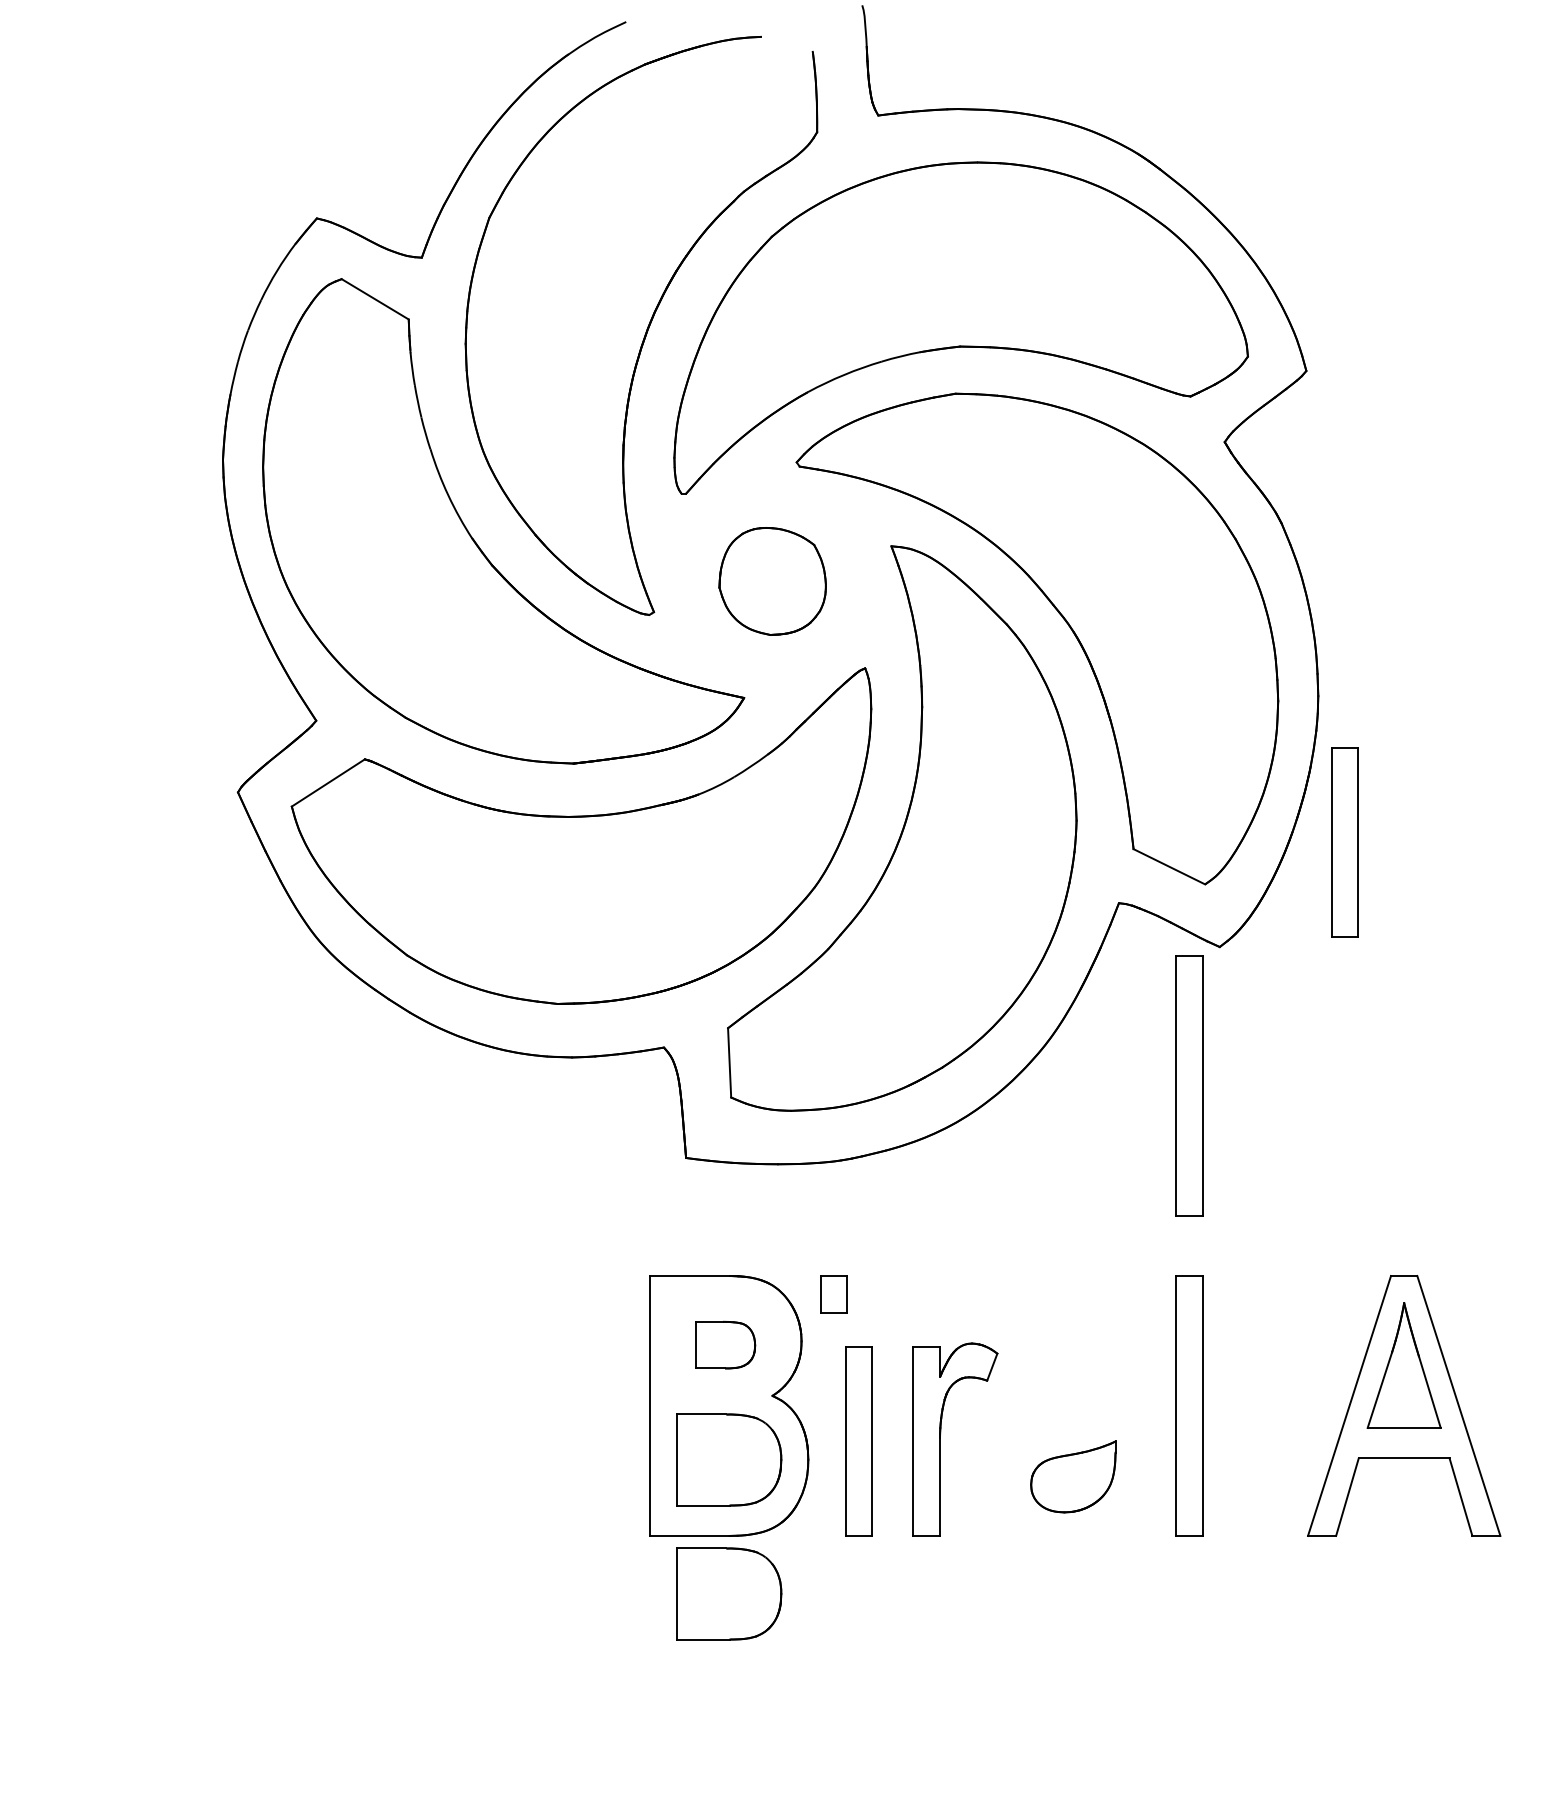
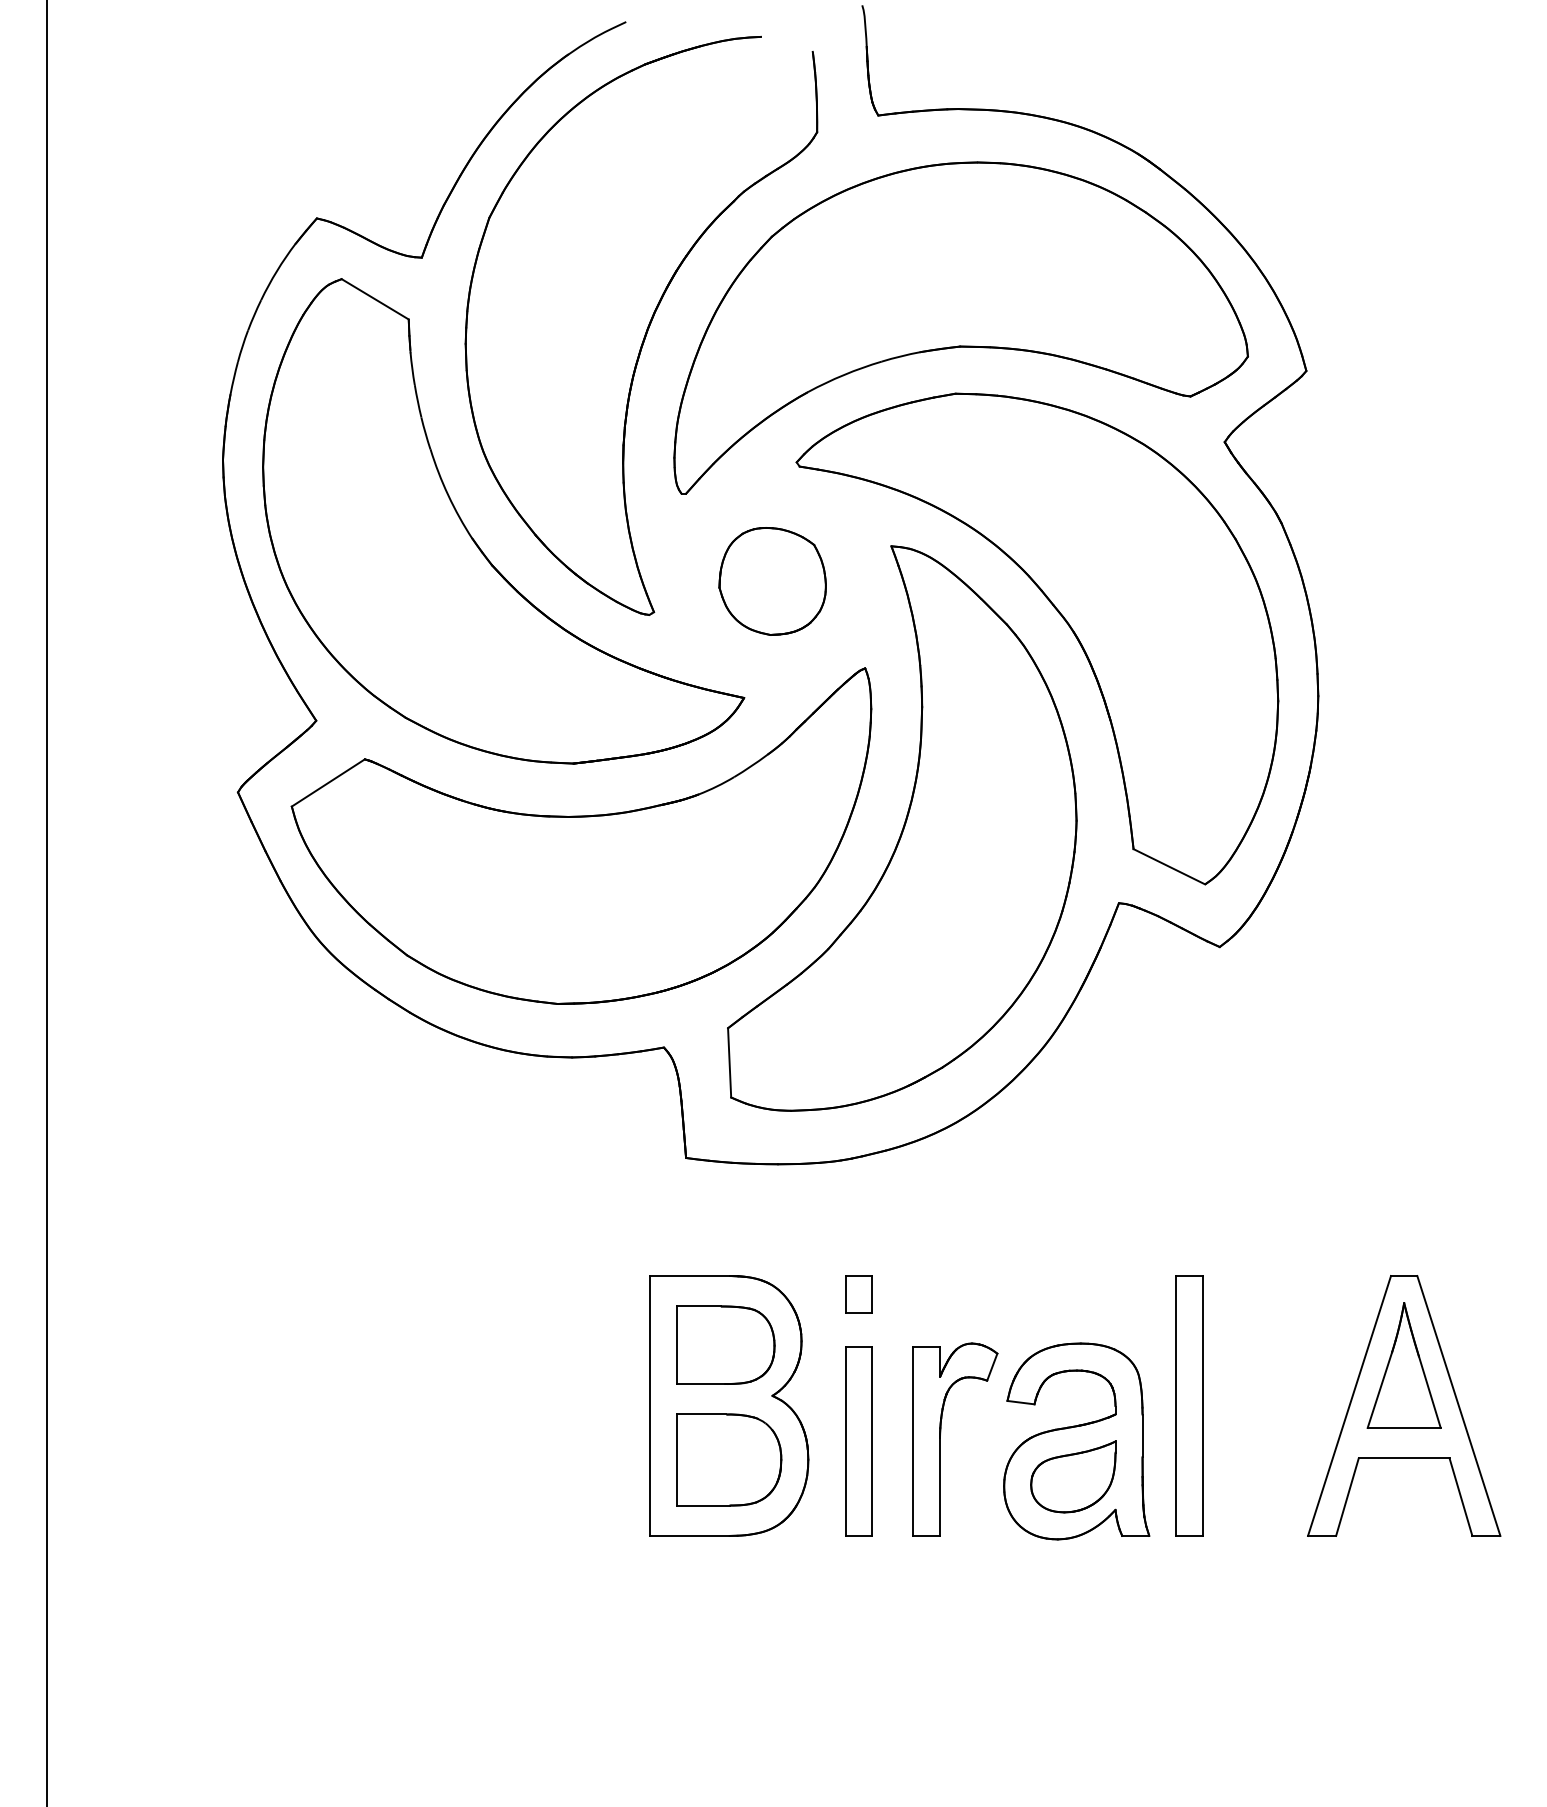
part at (1344, 842): present -> none
line at (46, 902): none -> present
part at (1189, 1085): present -> none
part at (833, 1294) position: (833, 1294) -> (858, 1294)
part at (725, 1344) size: 62x50 px -> 100x80 px
part at (1076, 1441): none -> present
part at (729, 1593): present -> none
